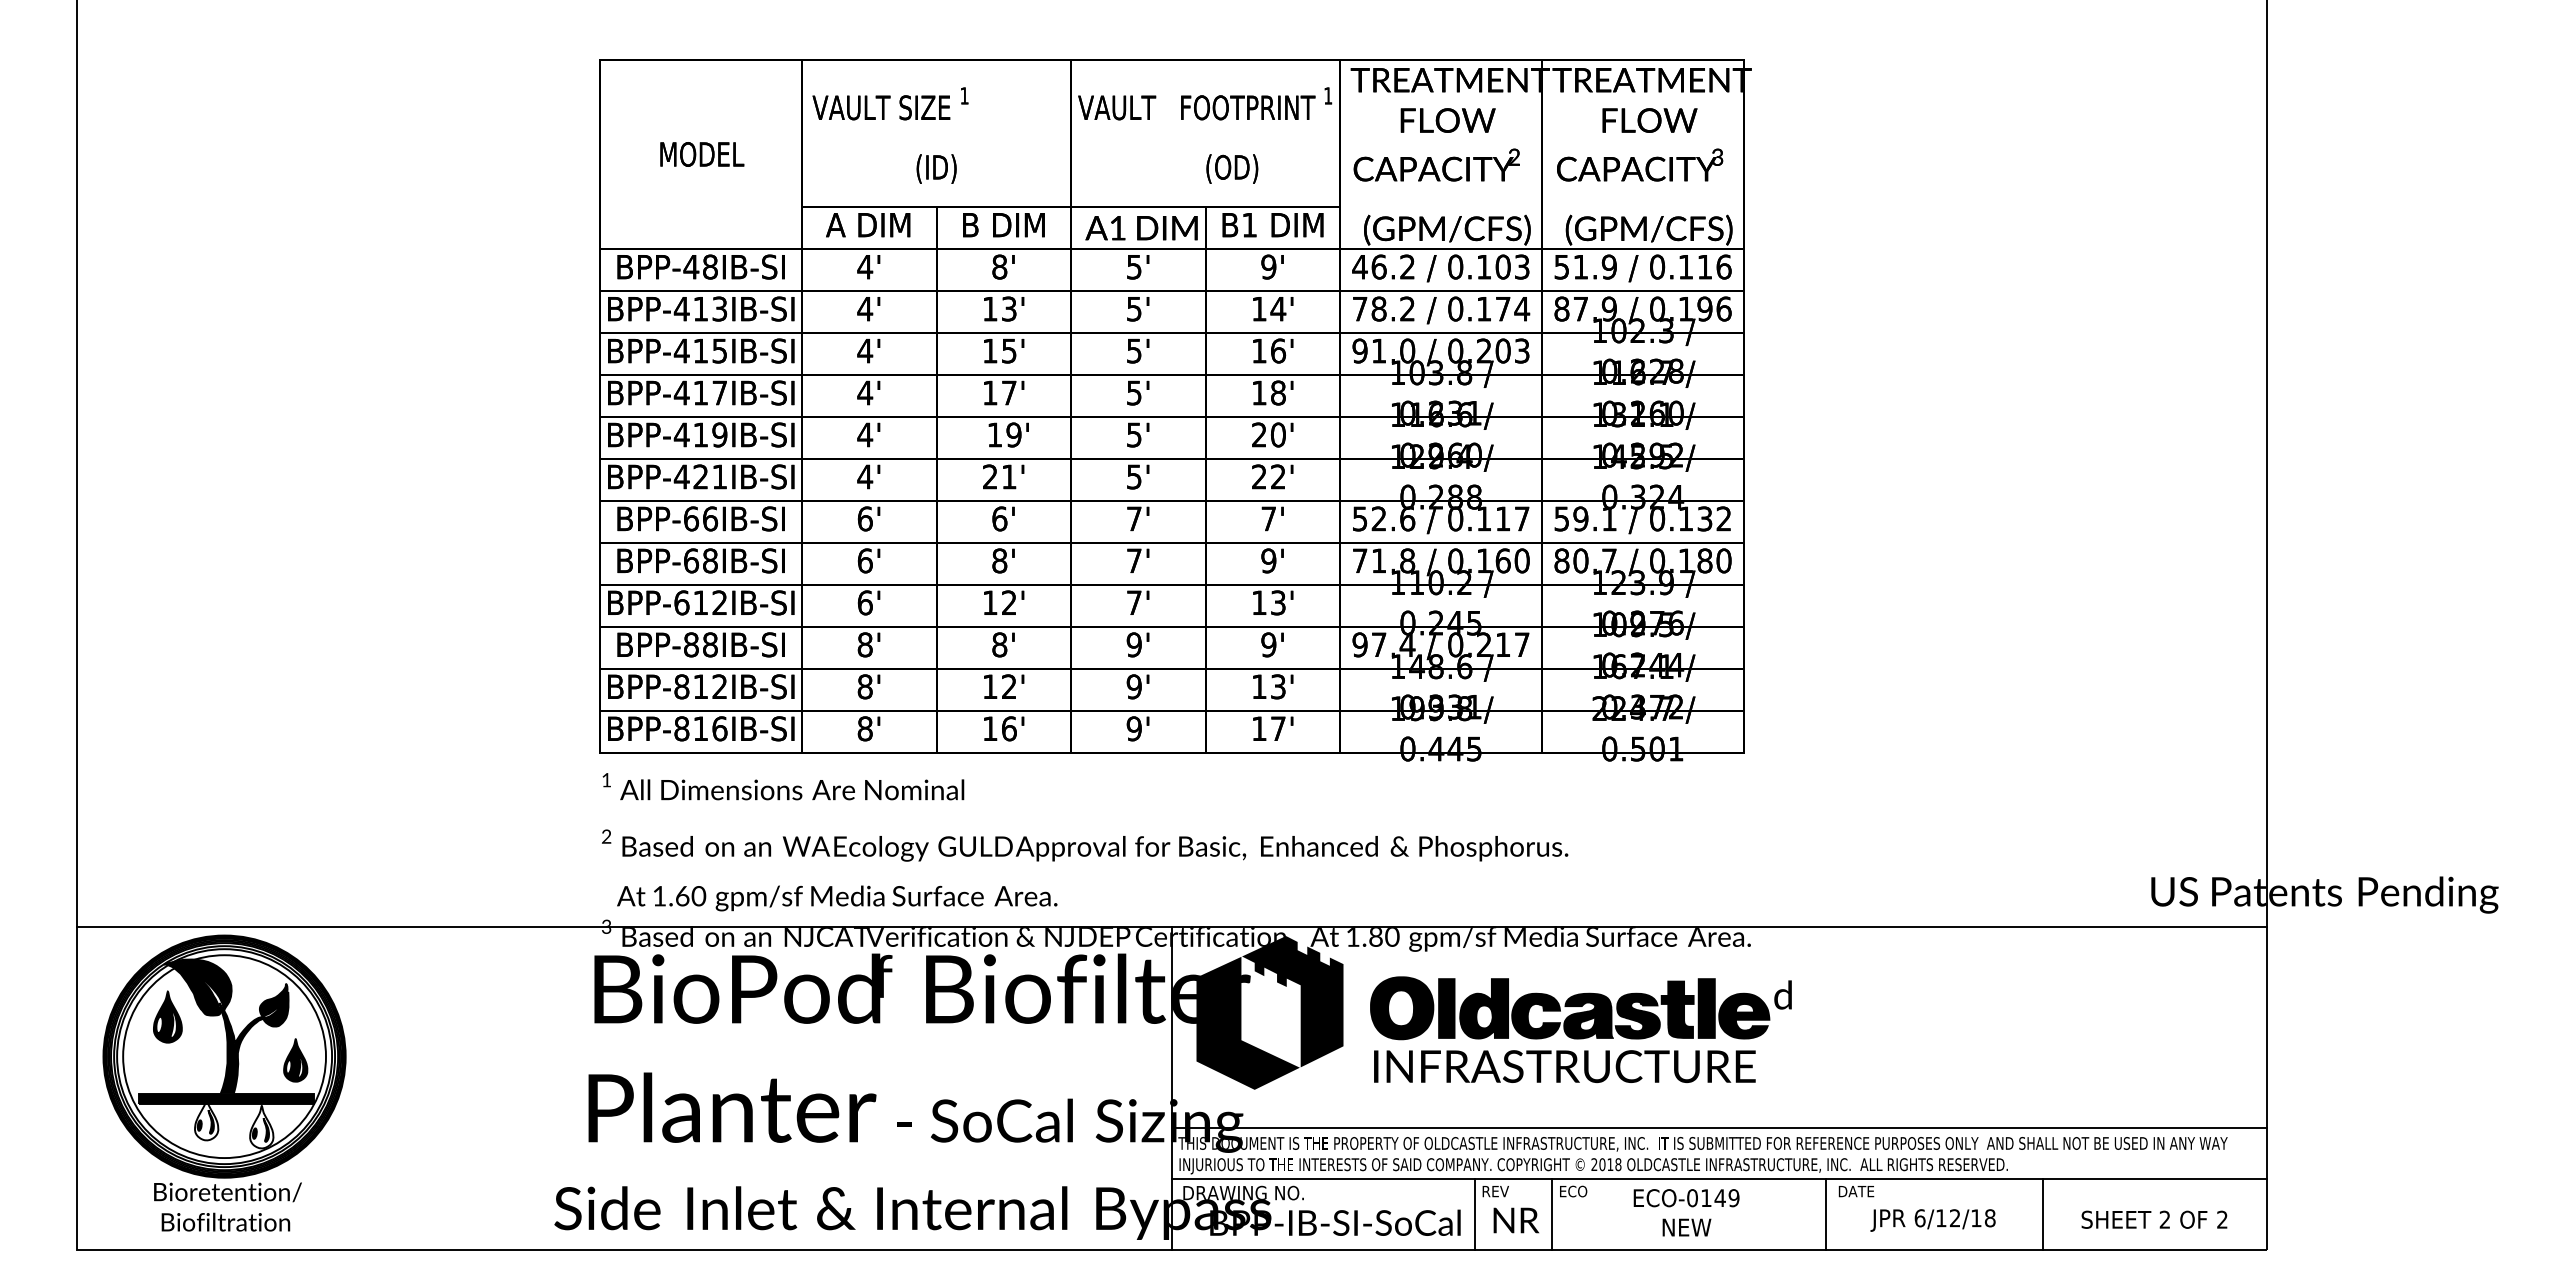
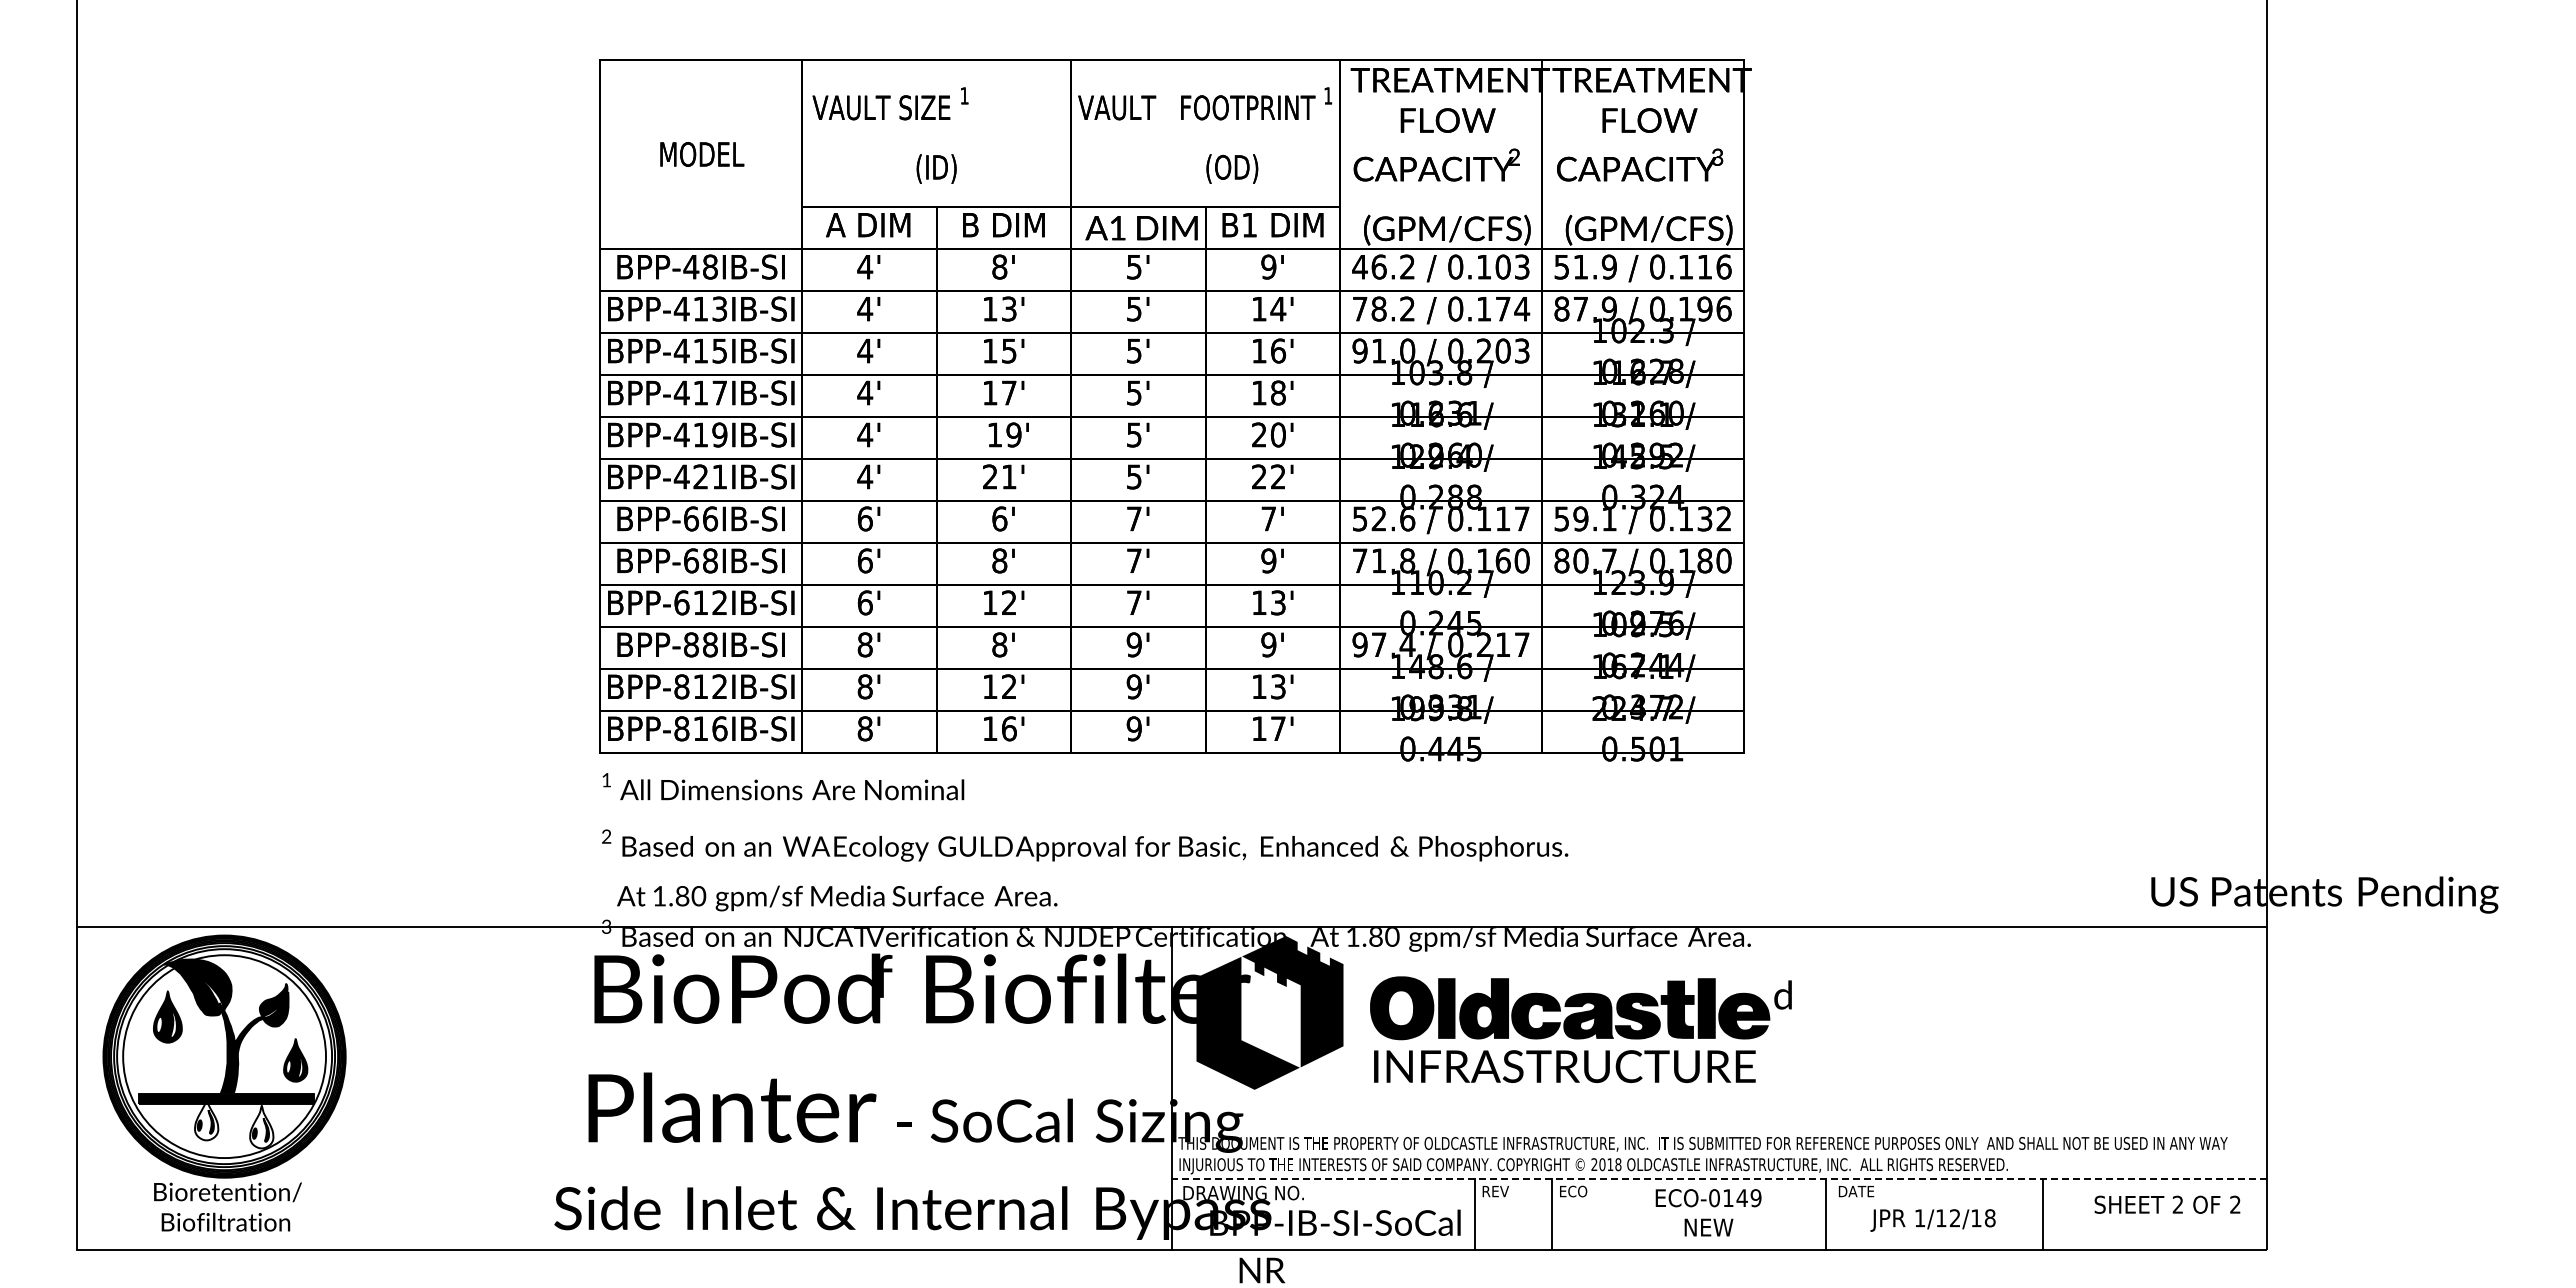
text at (682, 895): 1.60 -> 1.80
line at (1719, 1127): present -> none
line at (1719, 1178): solid -> dashed
text at (1686, 1212) position: (1686, 1212) -> (1708, 1212)
text at (1919, 1218): 6/12/18 -> 1/12/18
text at (2154, 1219) position: (2154, 1219) -> (2167, 1204)
text at (1515, 1220) position: (1515, 1220) -> (1261, 1270)
